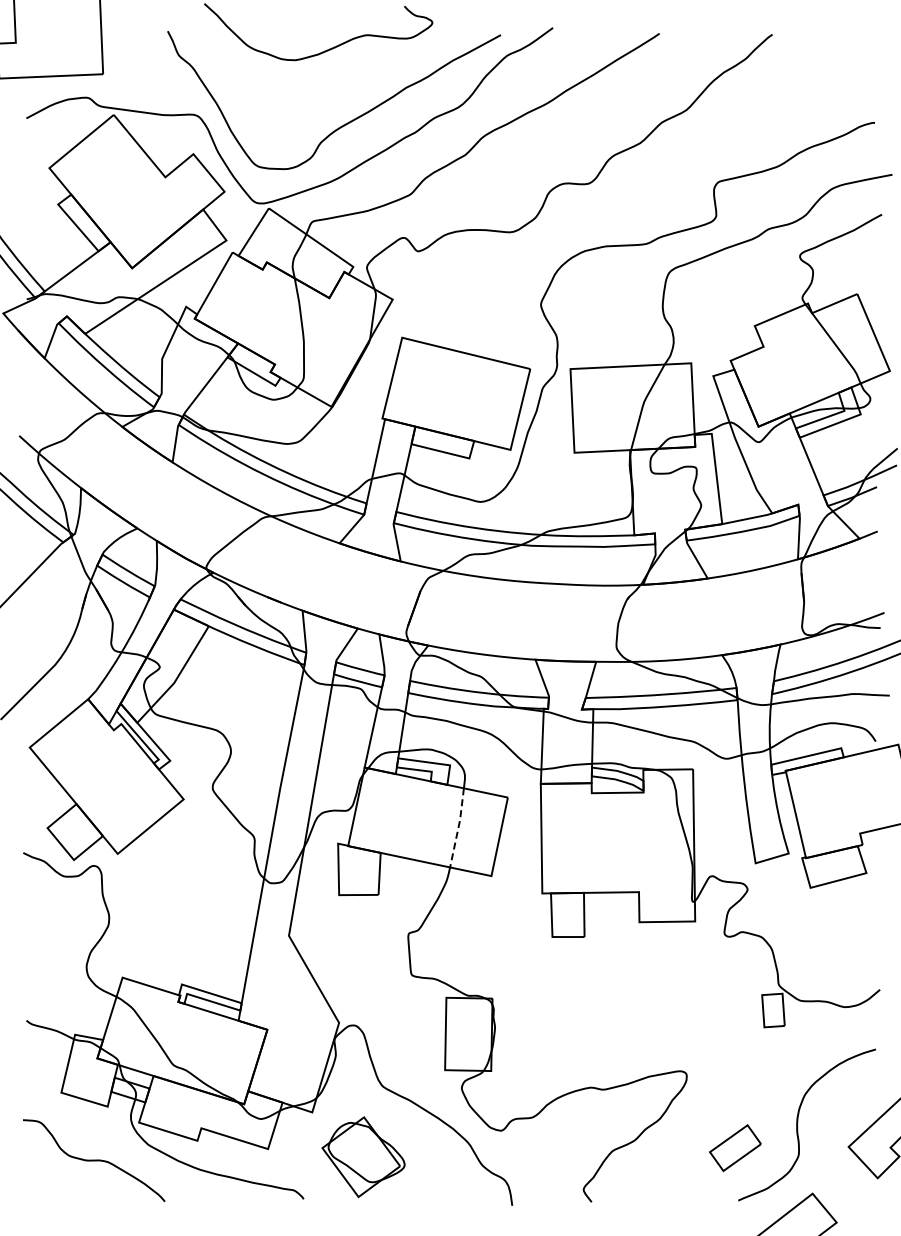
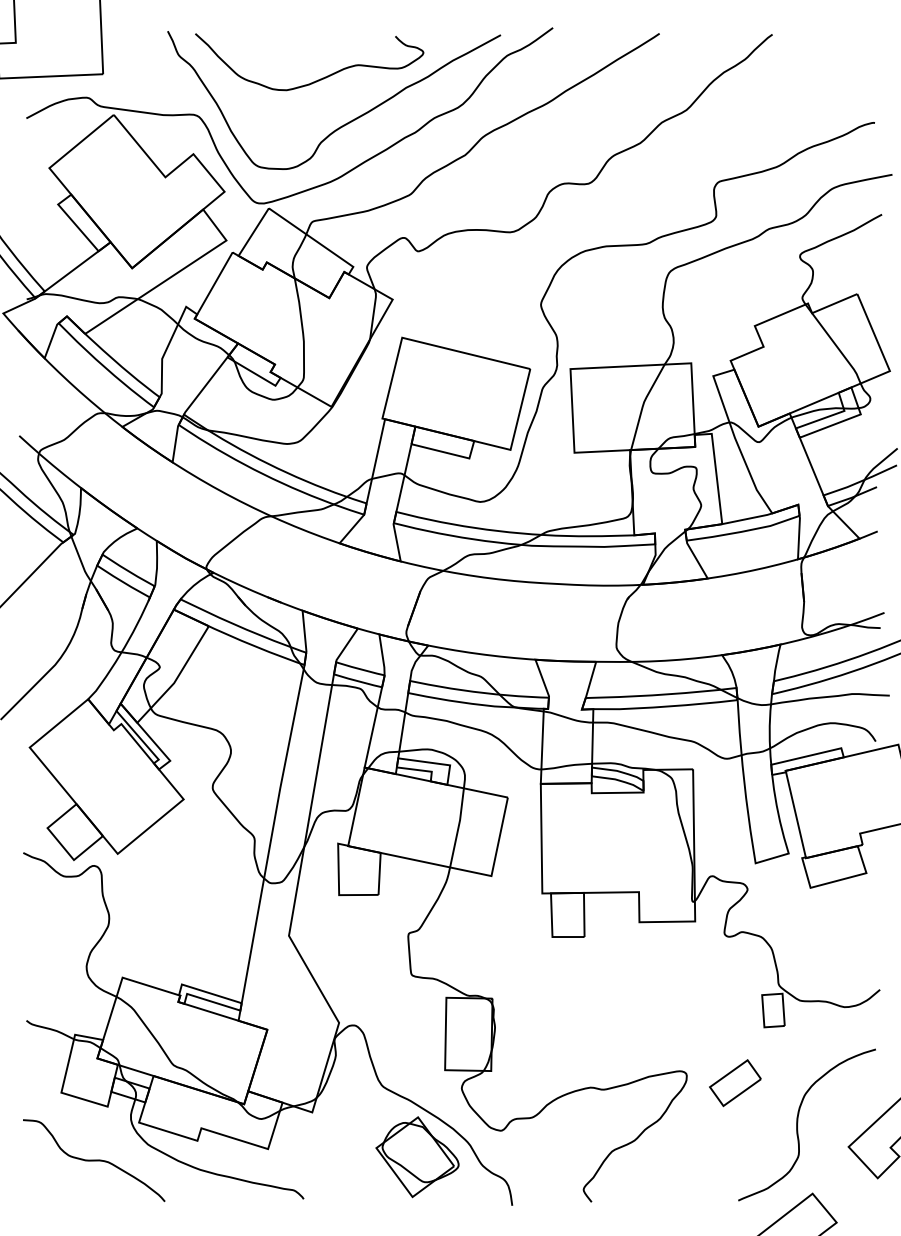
curve at (324, 50) position: (324, 50) -> (315, 80)
line at (458, 827): dashed -> solid
part at (735, 1148) position: (735, 1148) -> (735, 1083)
part at (363, 1157) position: (363, 1157) -> (417, 1157)
